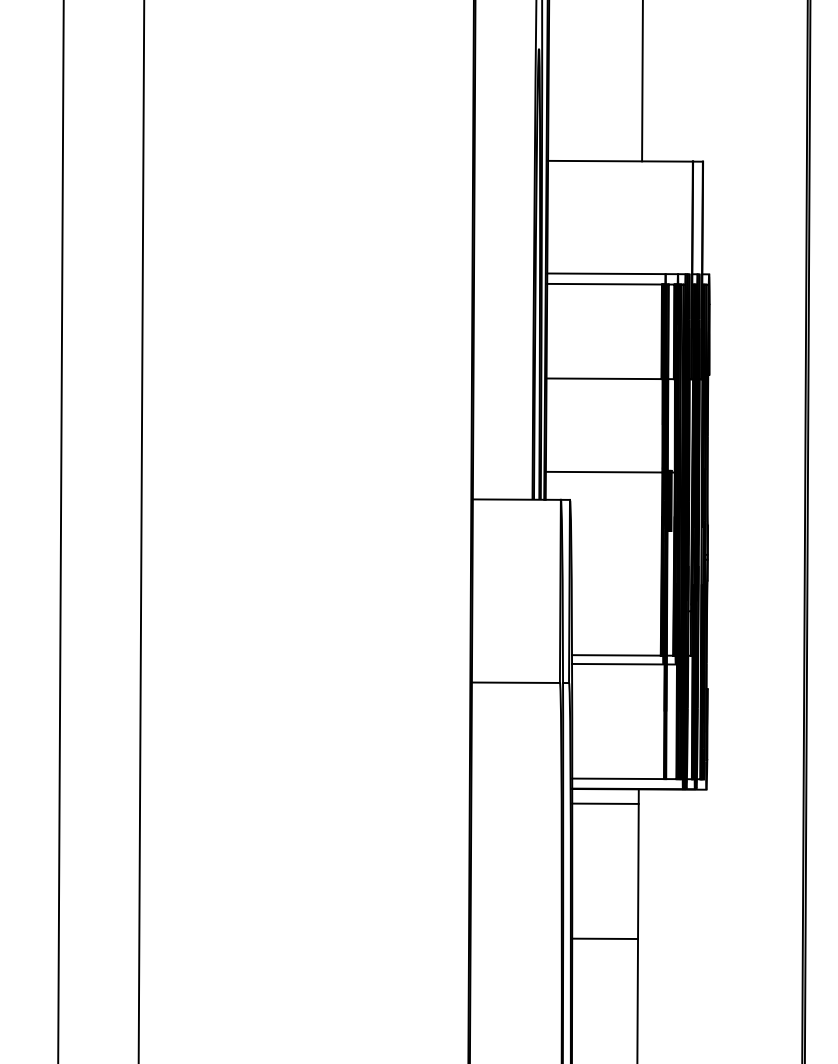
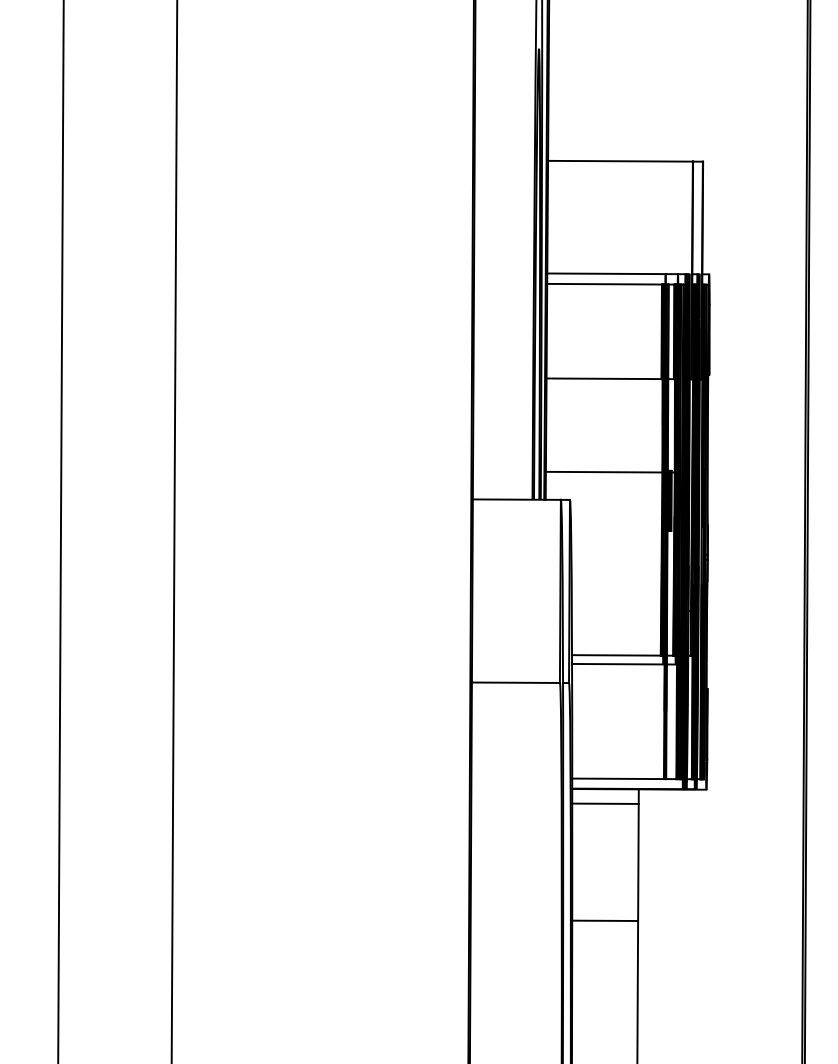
line at (642, 81): present -> none
line at (141, 531) position: (141, 531) -> (174, 531)
line at (605, 938) position: (605, 938) -> (605, 920)
